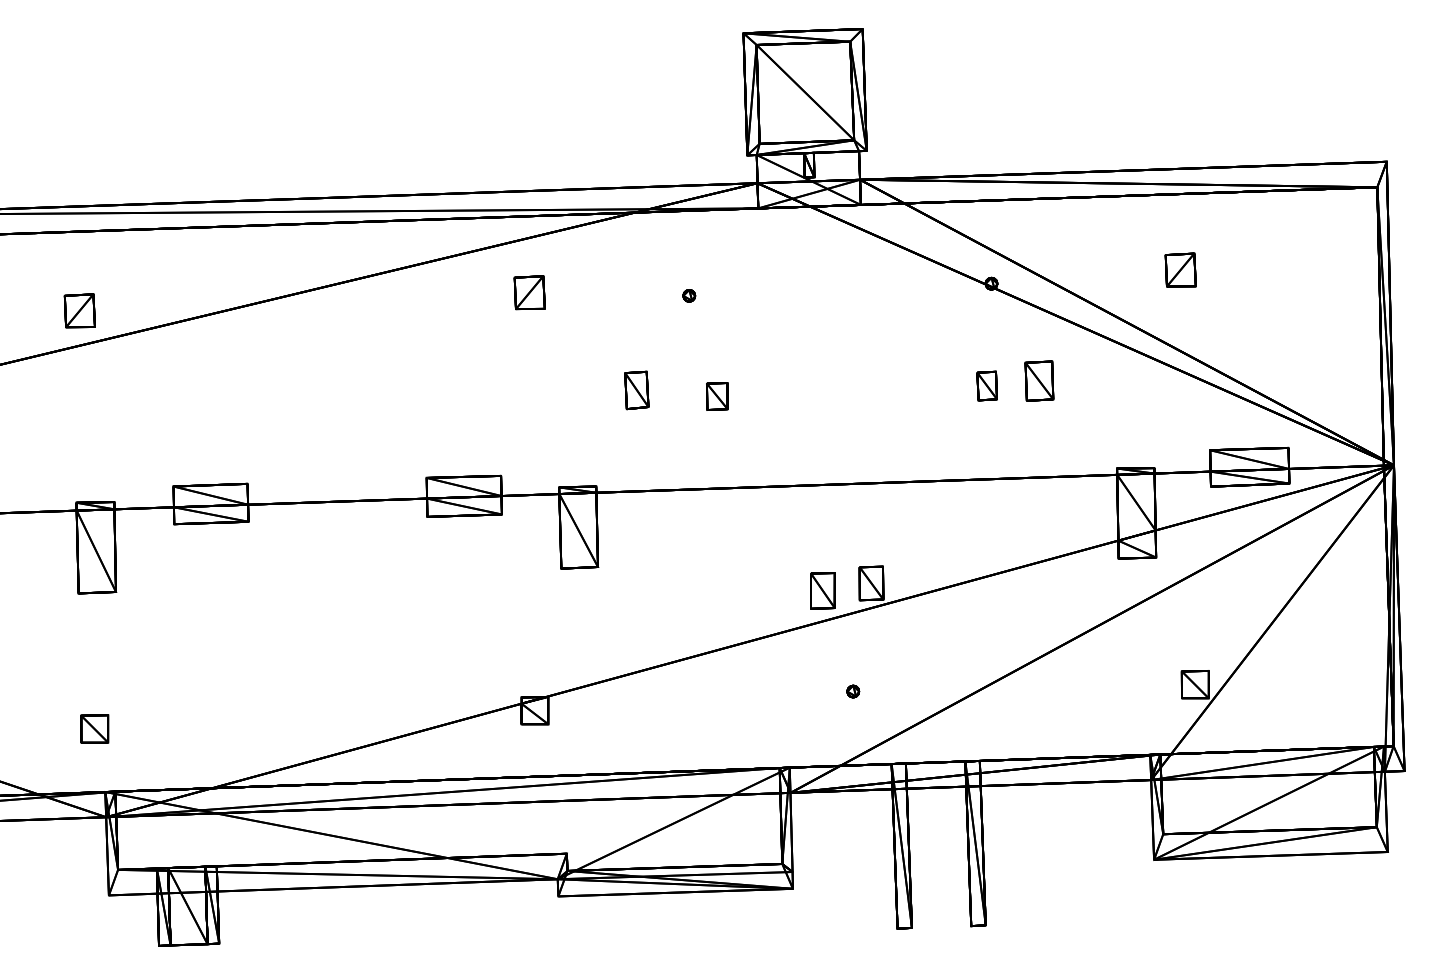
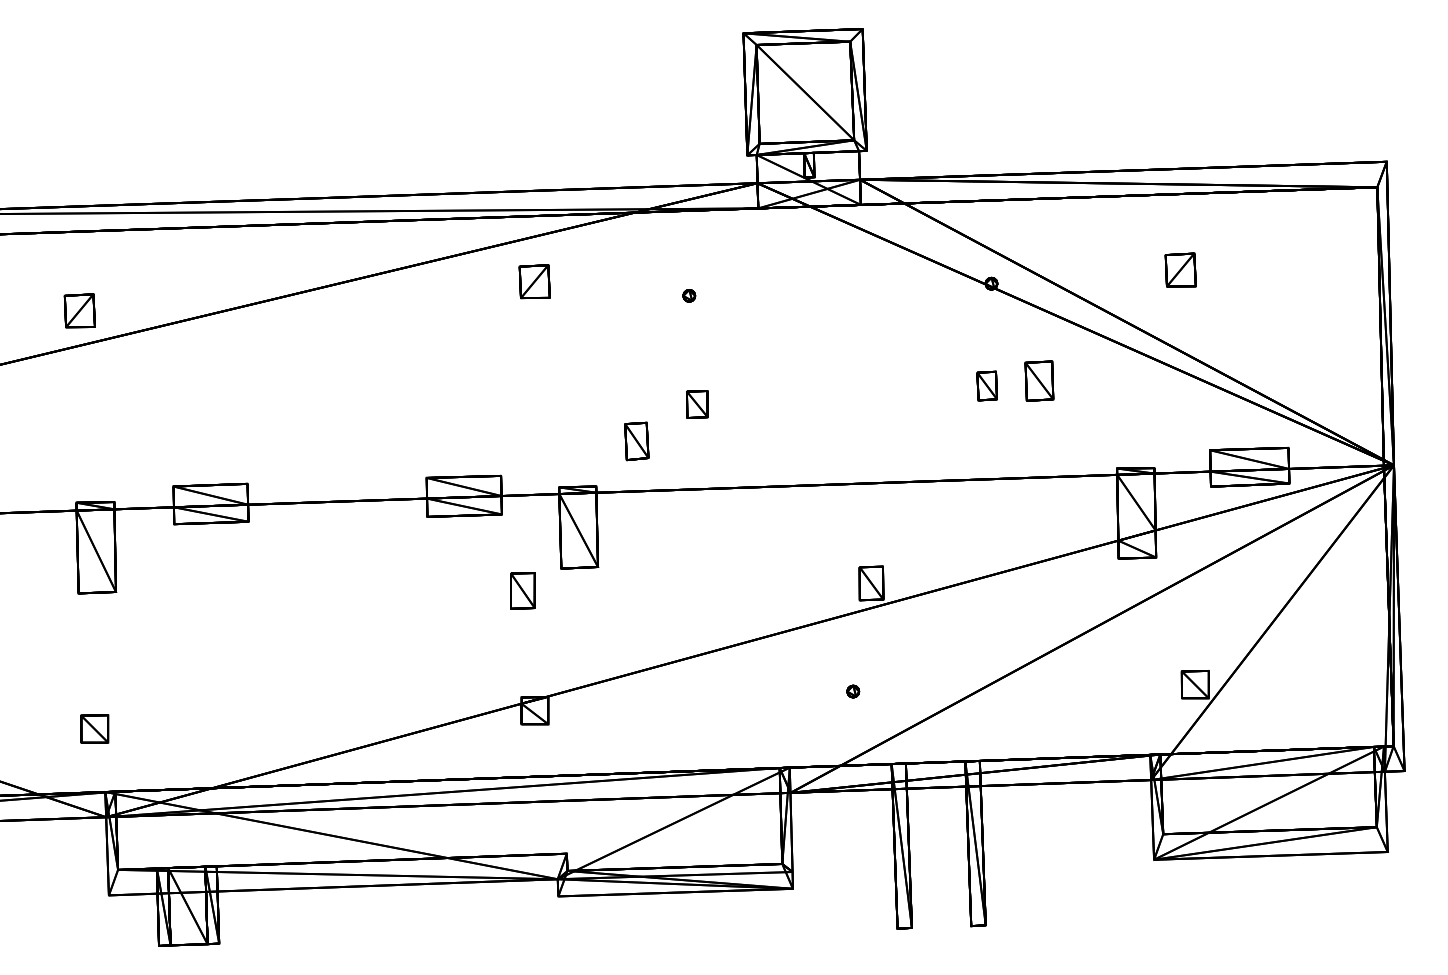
part at (529, 292) position: (529, 292) -> (534, 281)
part at (636, 390) position: (636, 390) -> (636, 441)
part at (717, 396) position: (717, 396) -> (697, 404)
part at (822, 590) position: (822, 590) -> (522, 590)
